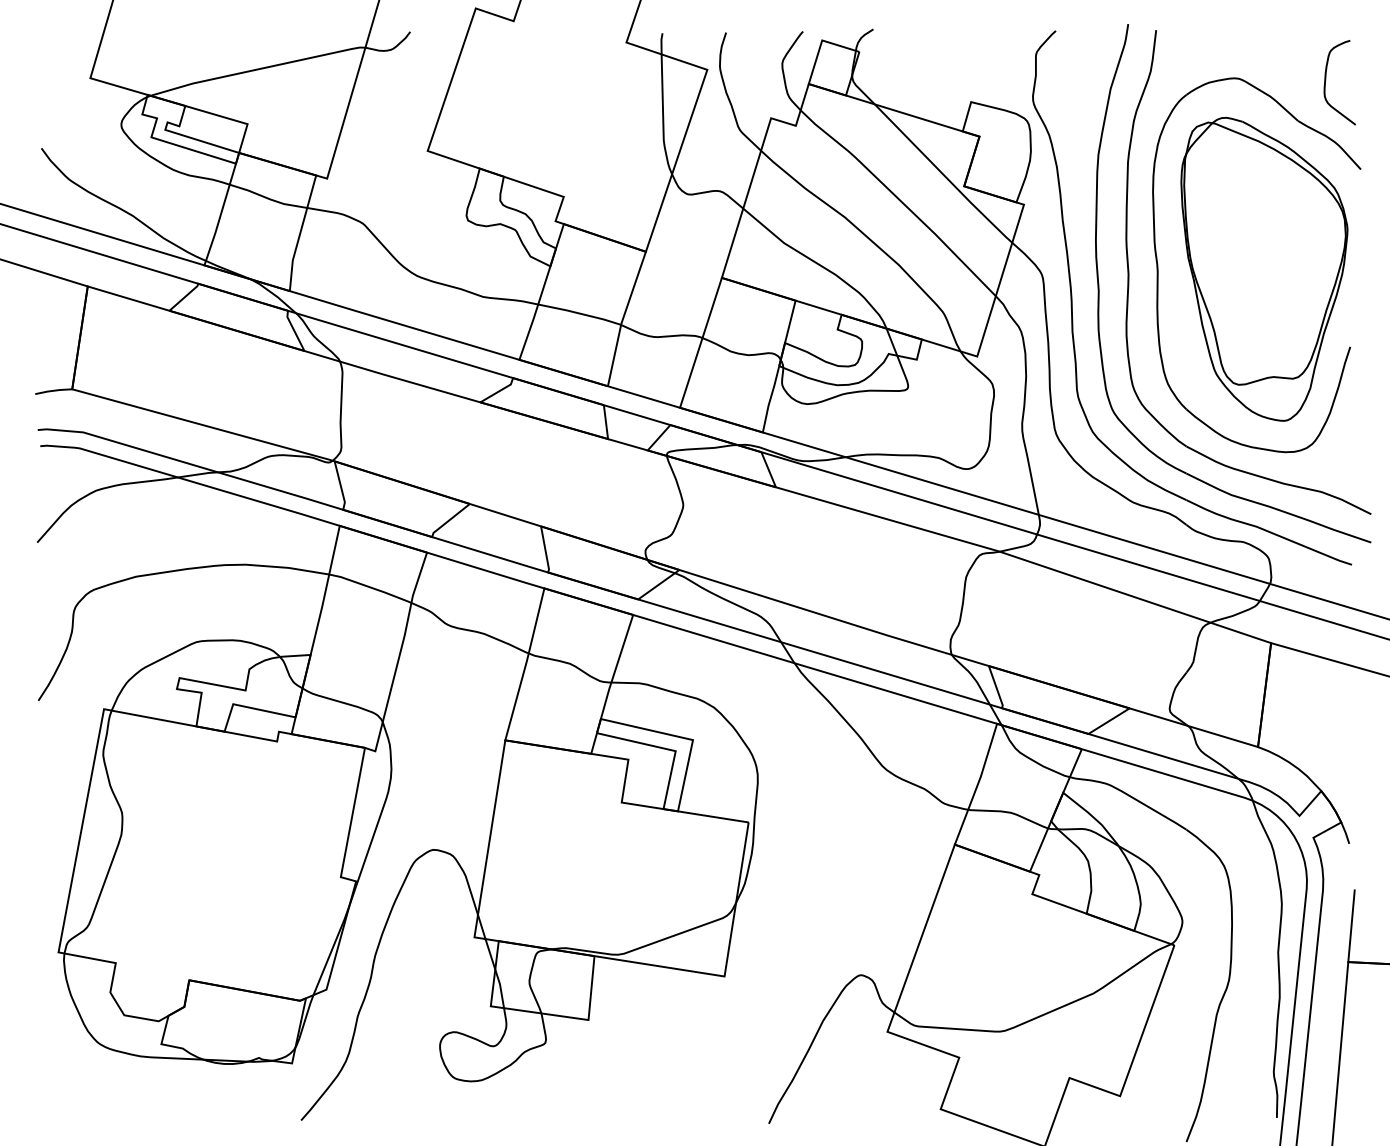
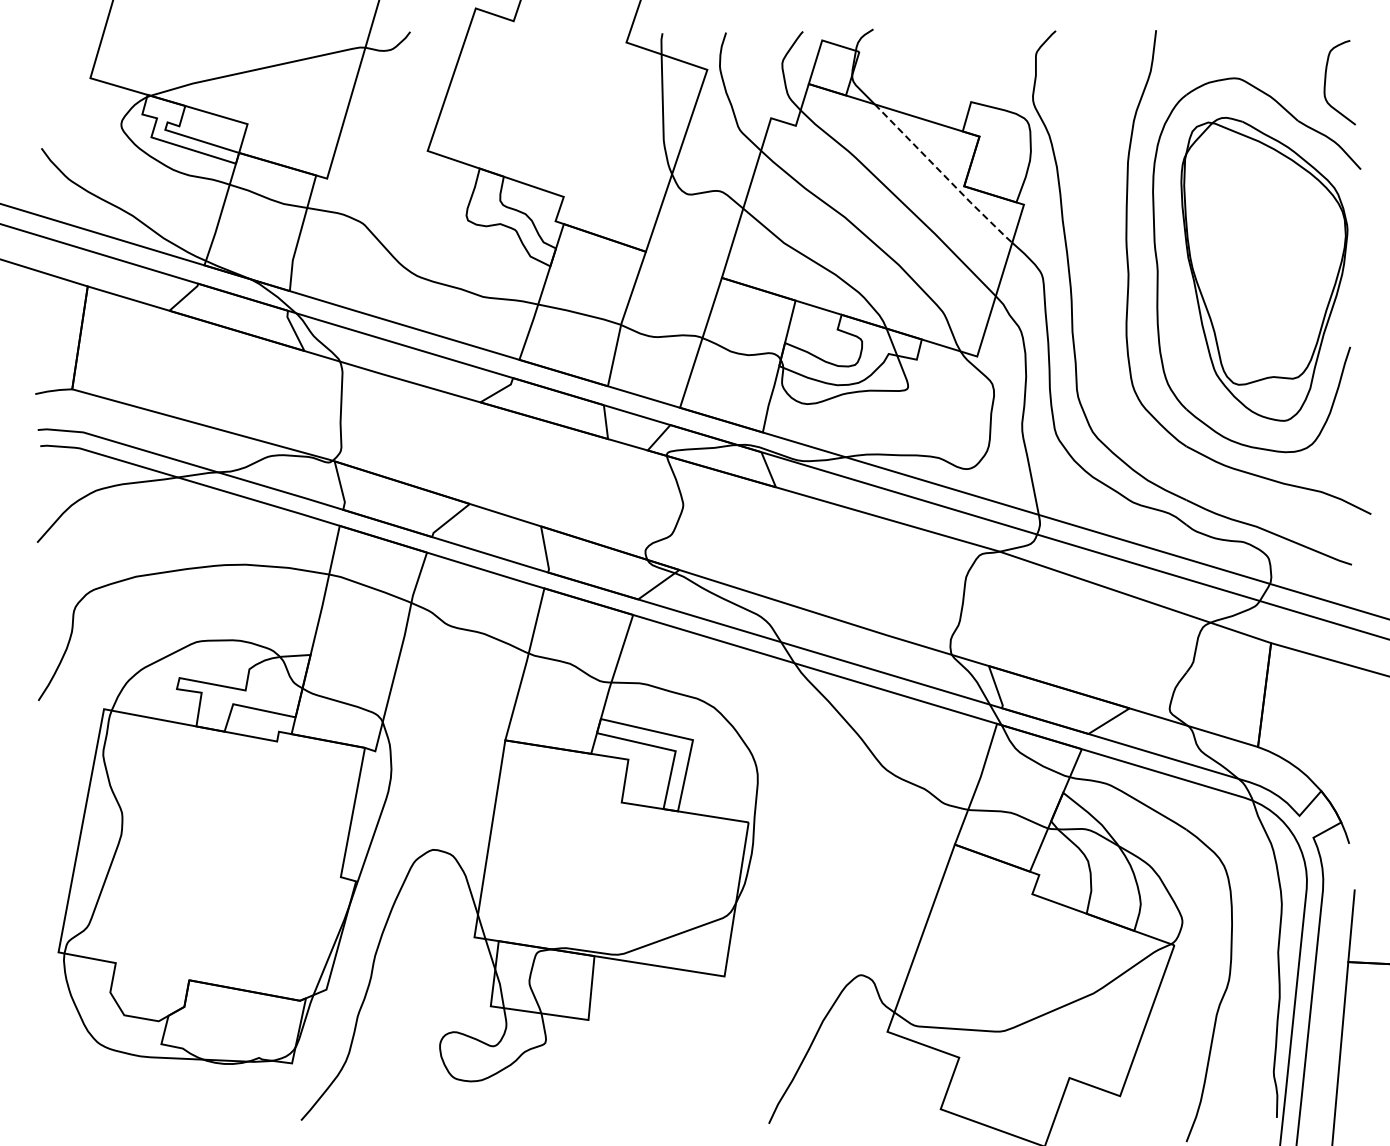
line at (944, 175): solid -> dashed
part at (1099, 283): present -> none
